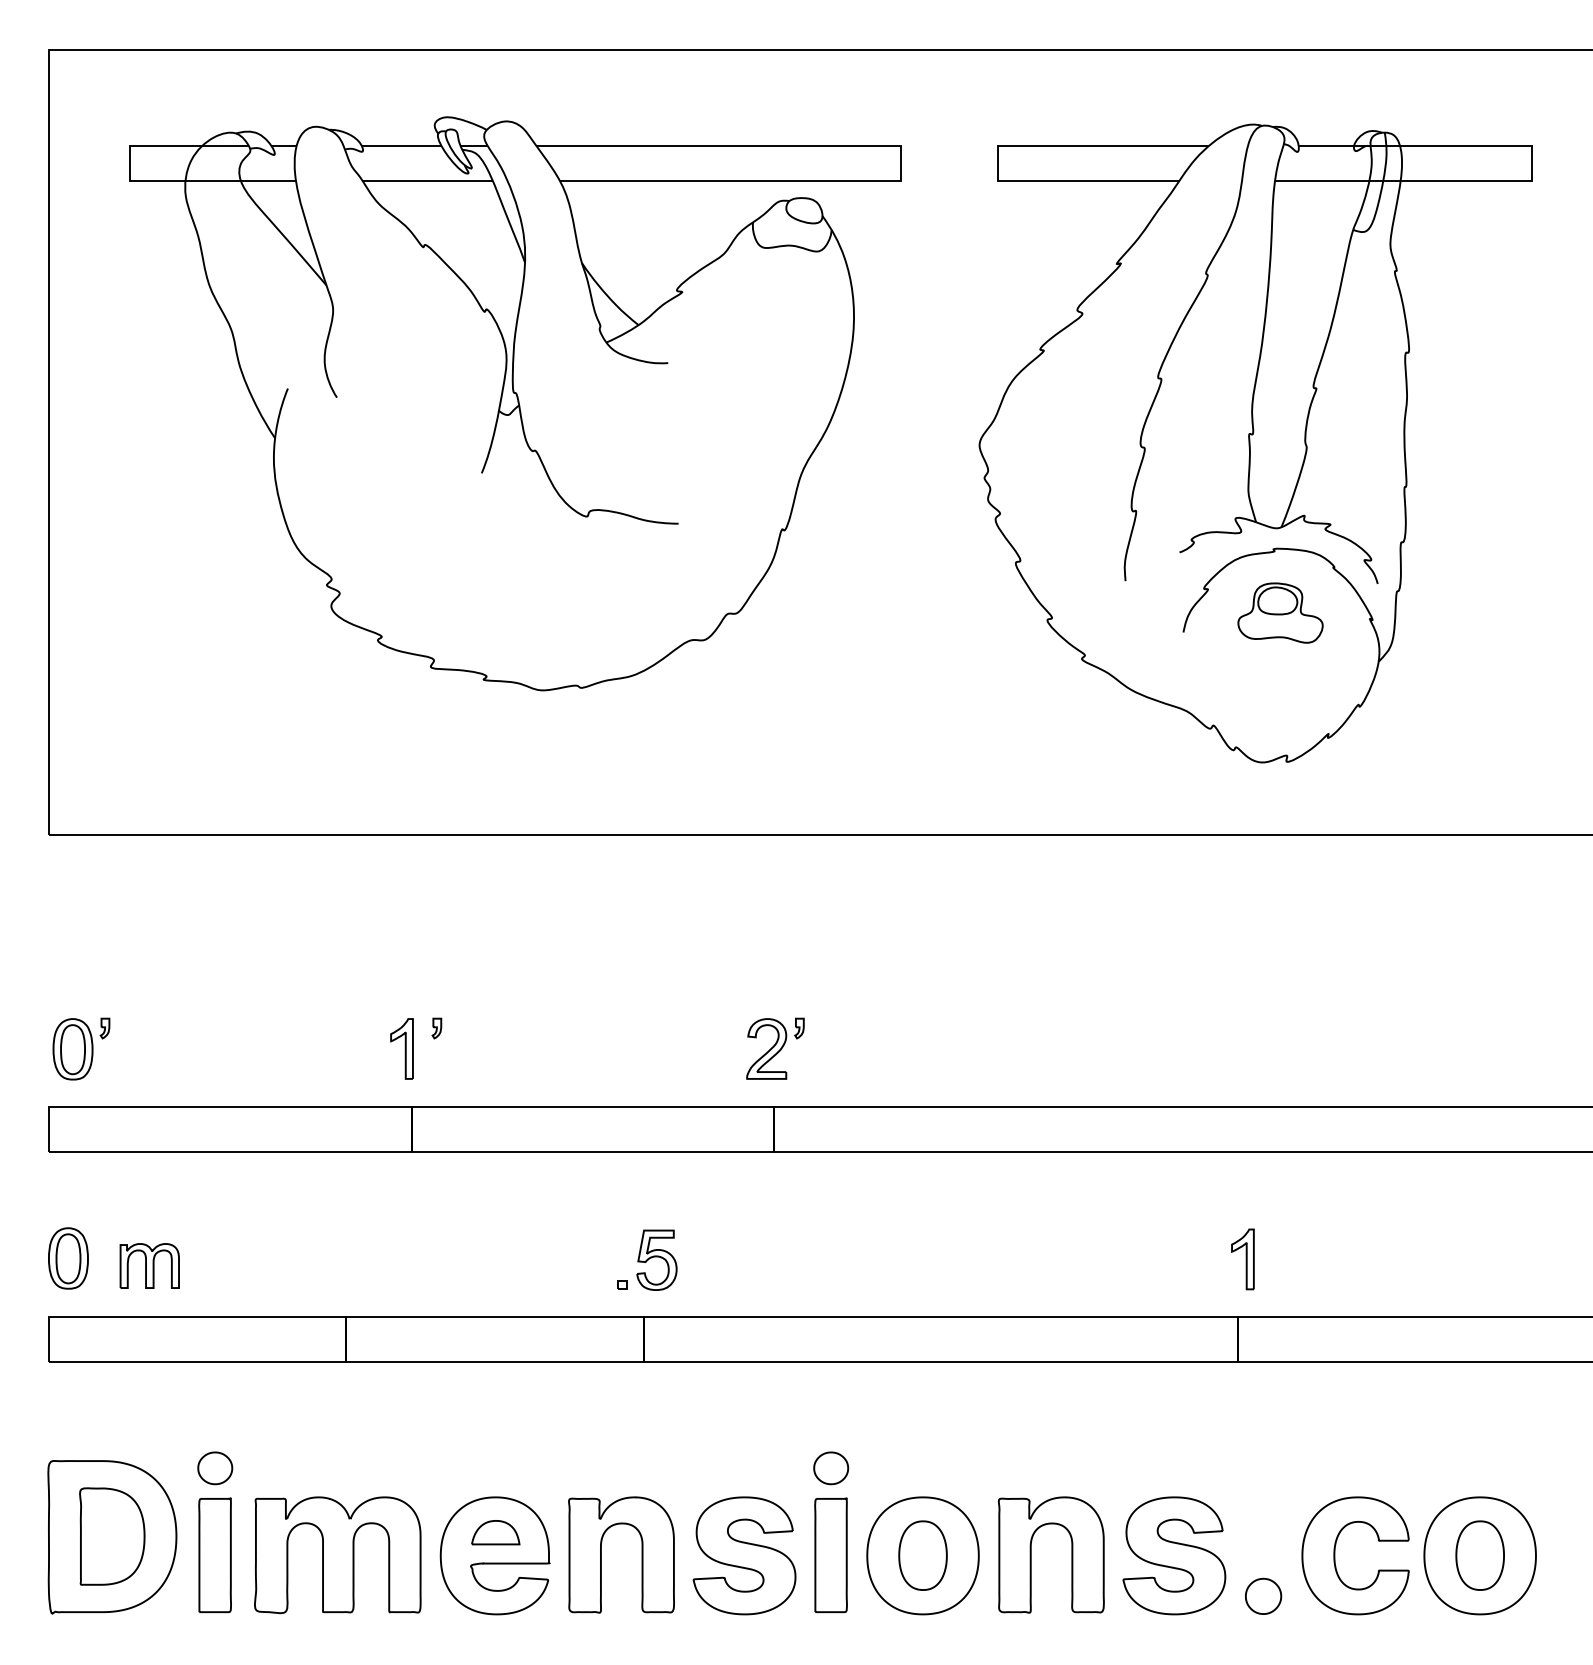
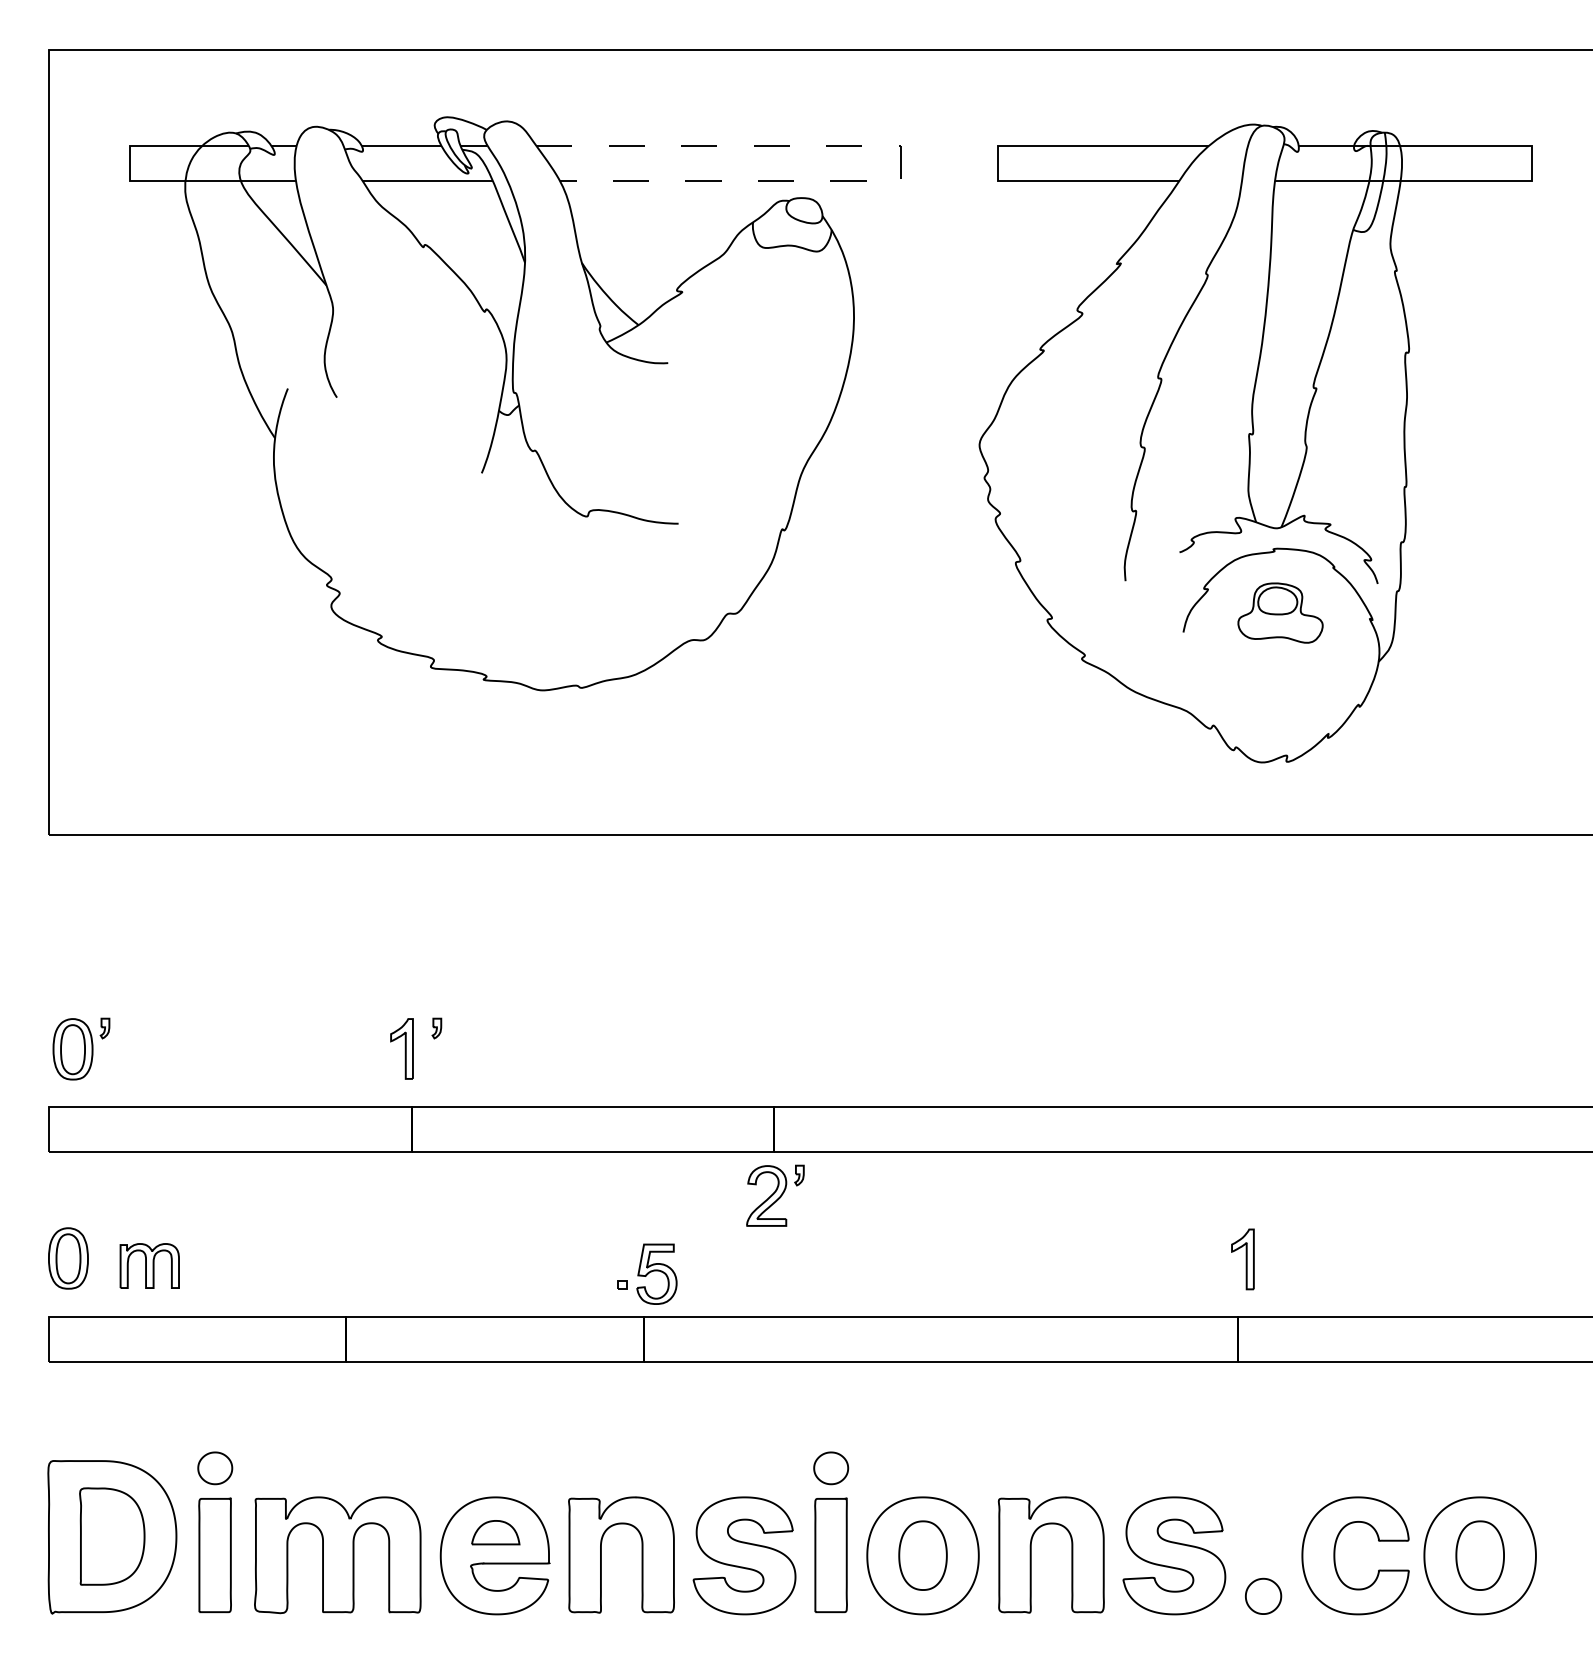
line at (901, 151): solid -> dashed
part at (775, 1048) position: (775, 1048) -> (775, 1195)
part at (656, 1259) position: (656, 1259) -> (656, 1273)
